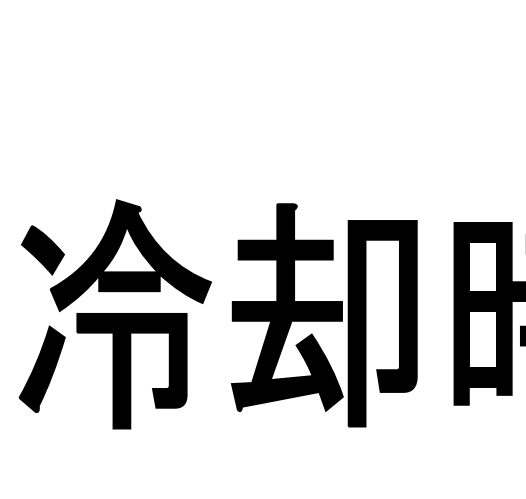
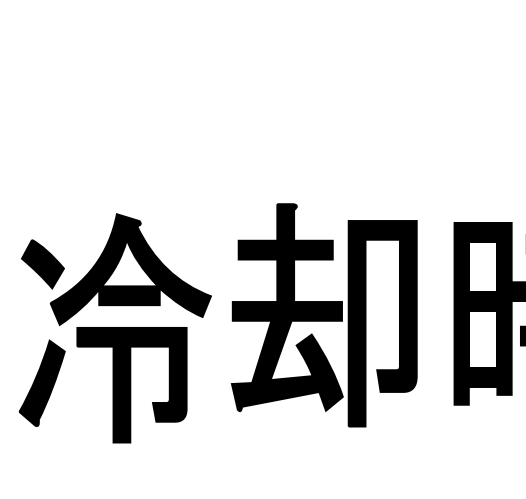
part at (114, 314) position: (114, 314) -> (114, 328)
